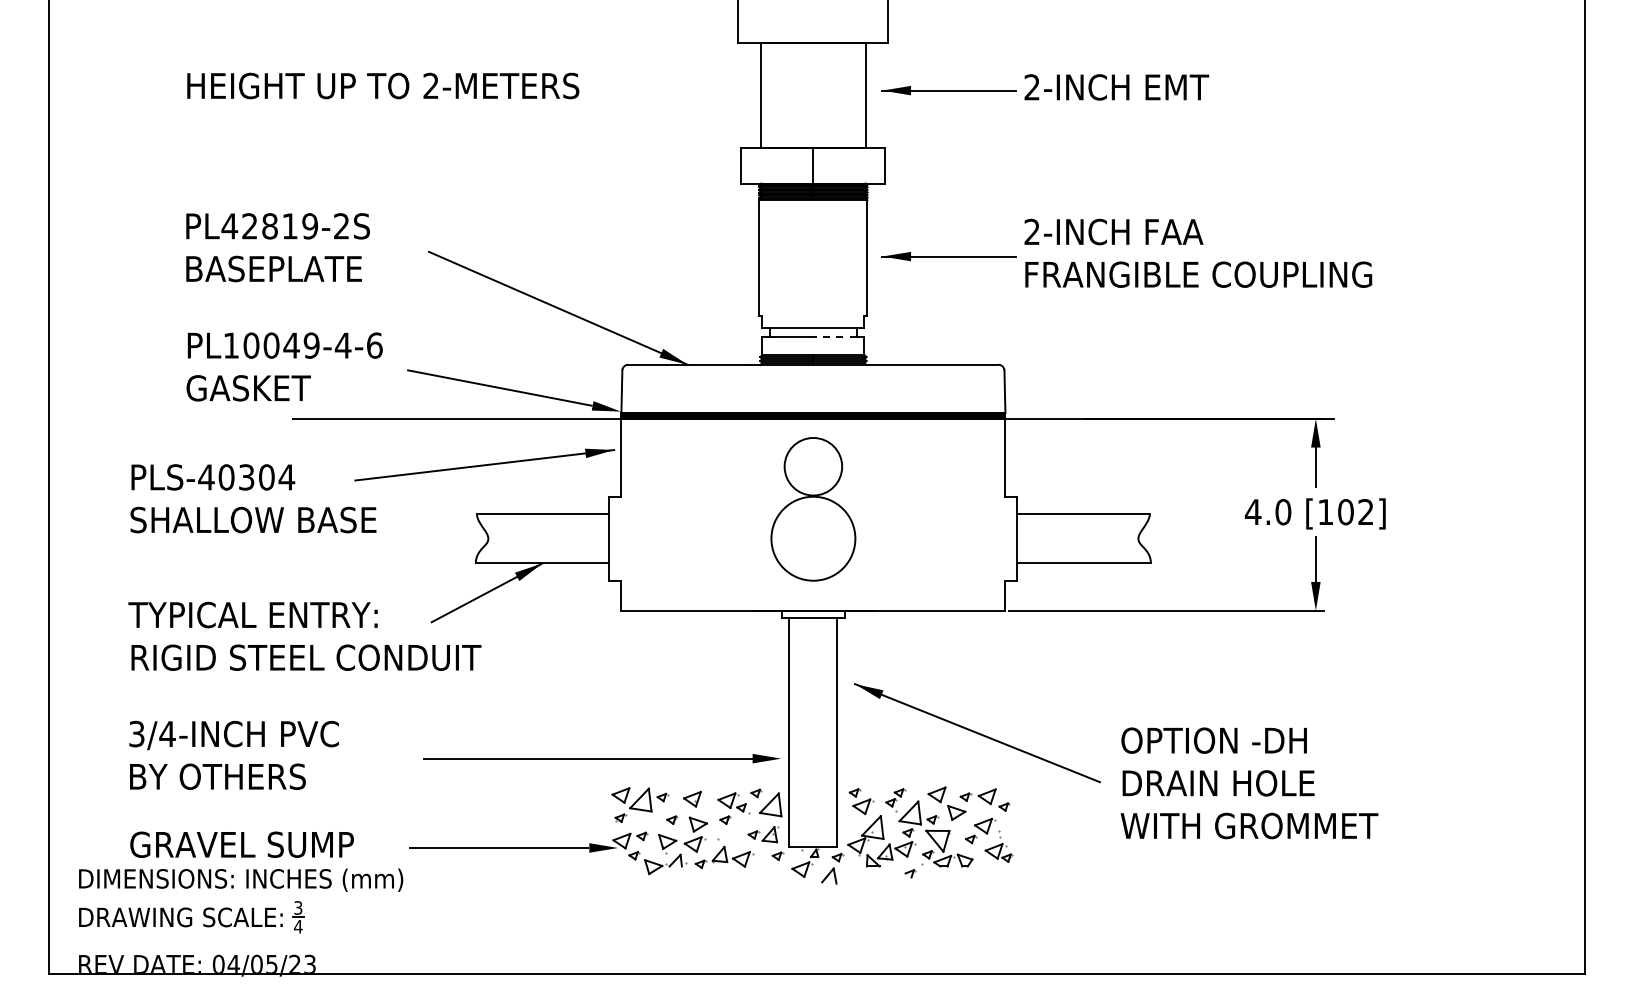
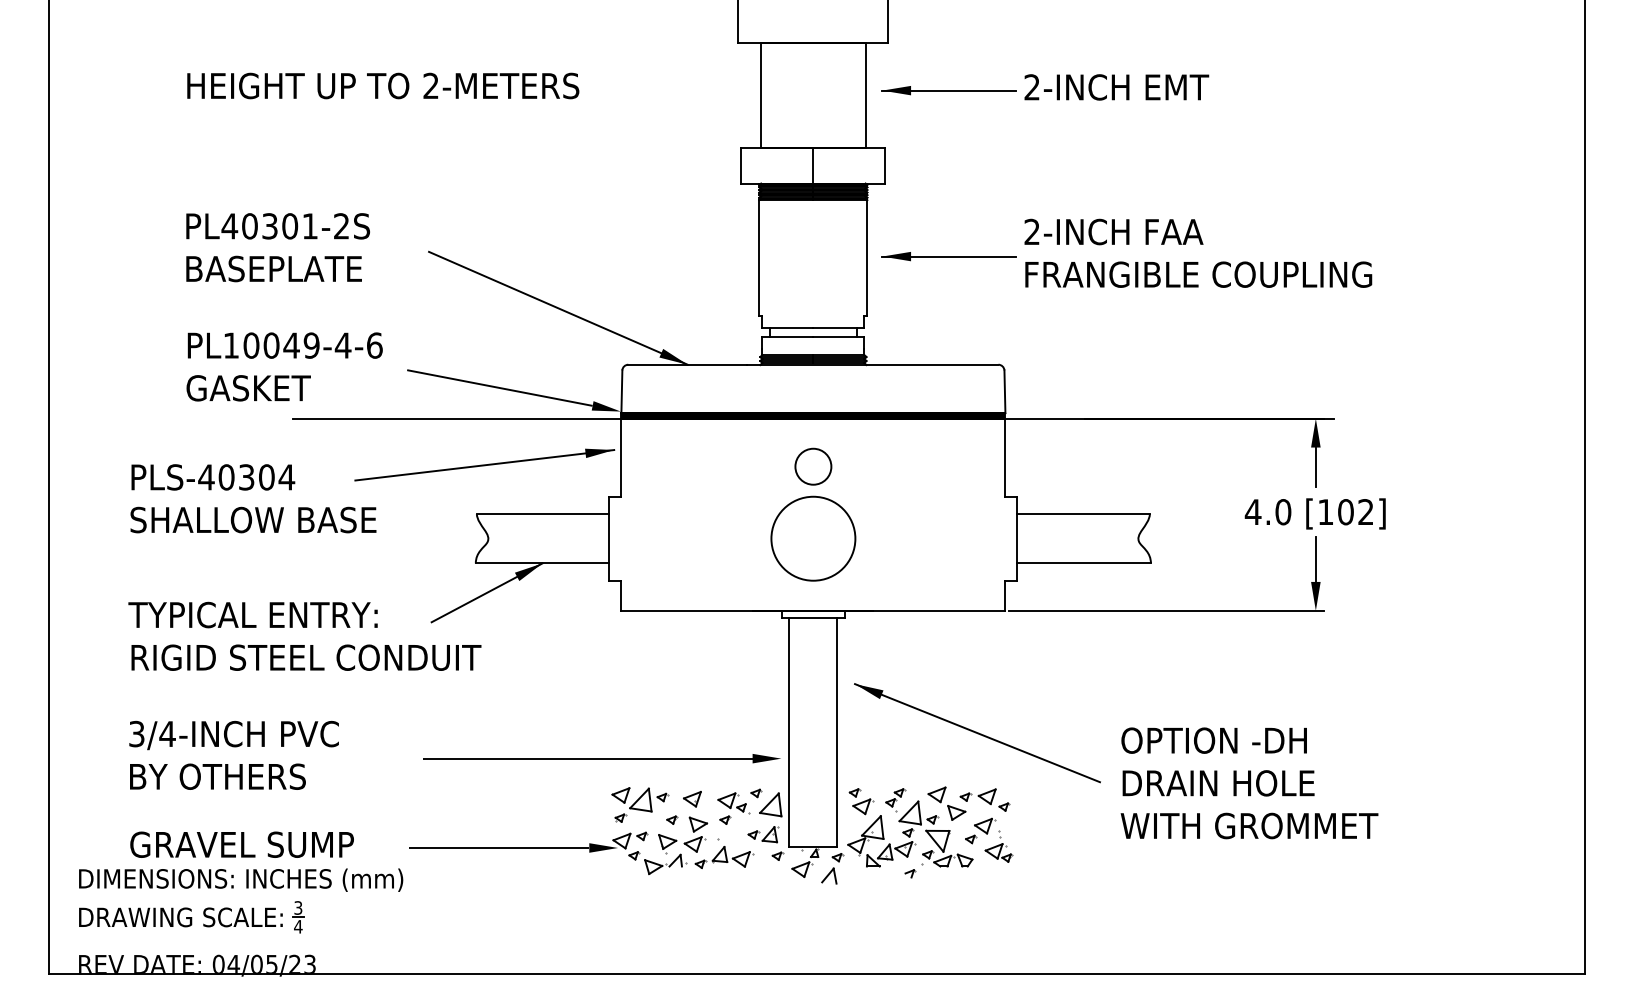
text at (280, 226): PL42819-2S -> PL40301-2S
line at (835, 336): dashed -> solid
circle at (813, 466) diameter: 58 px -> 36 px
